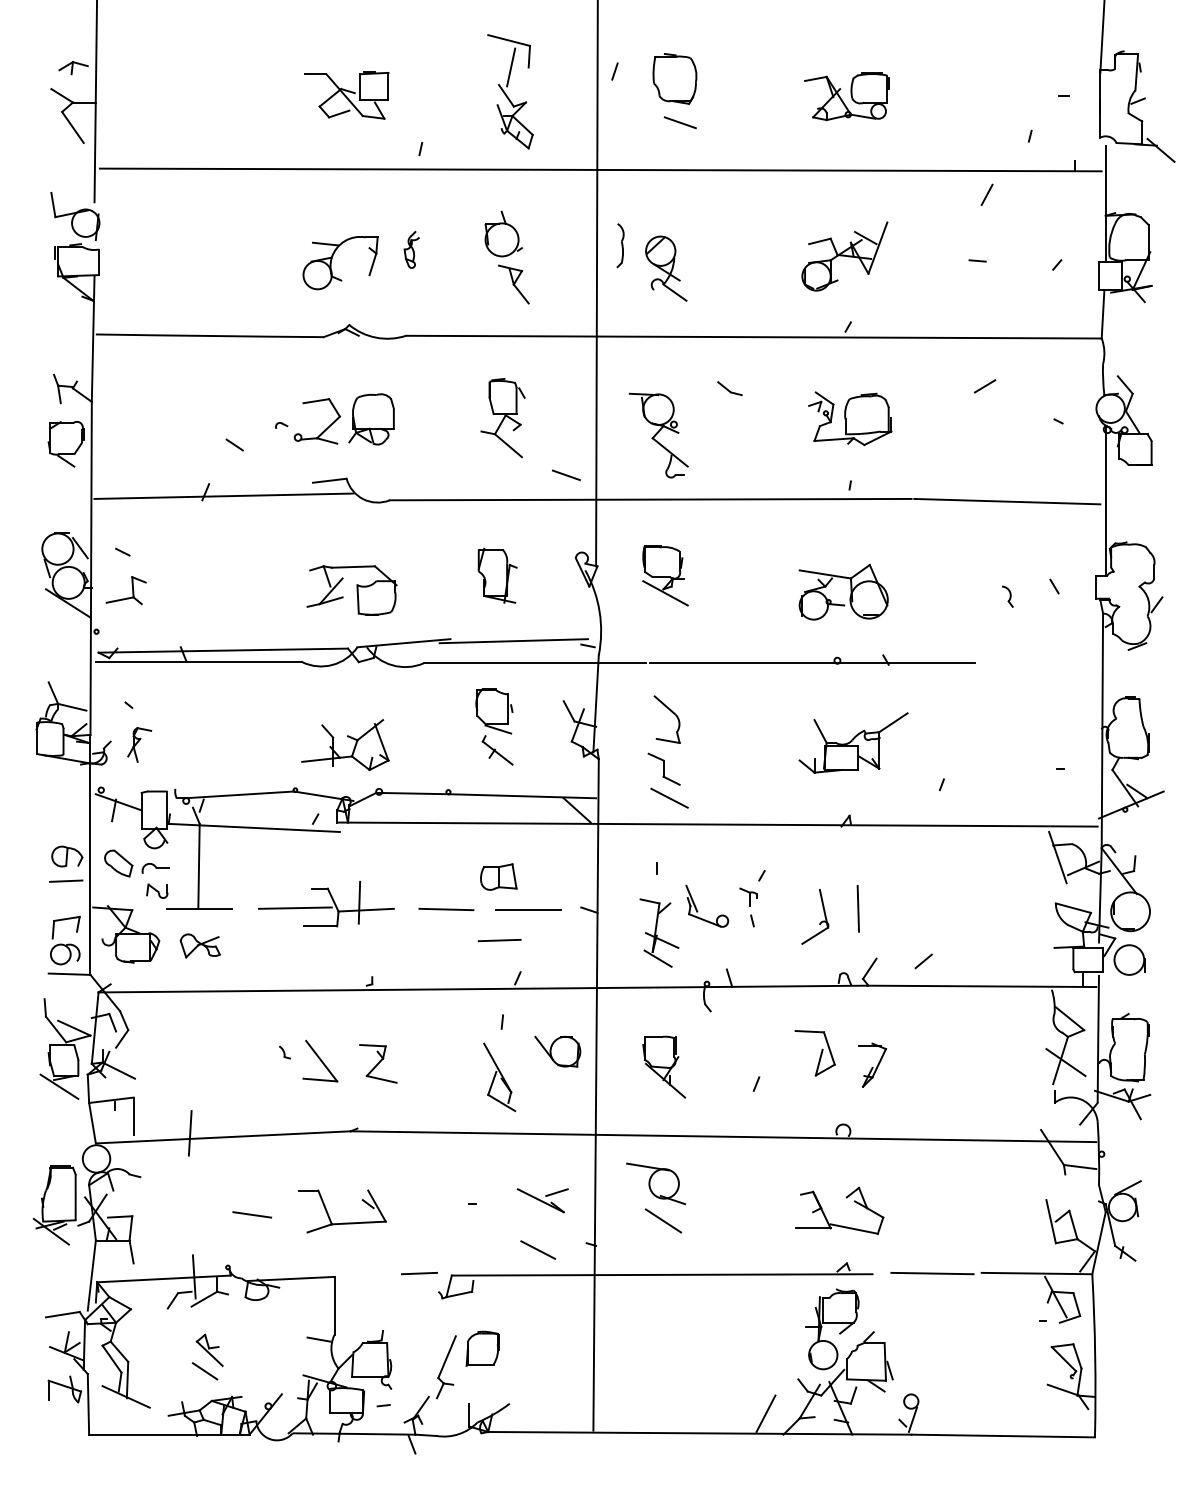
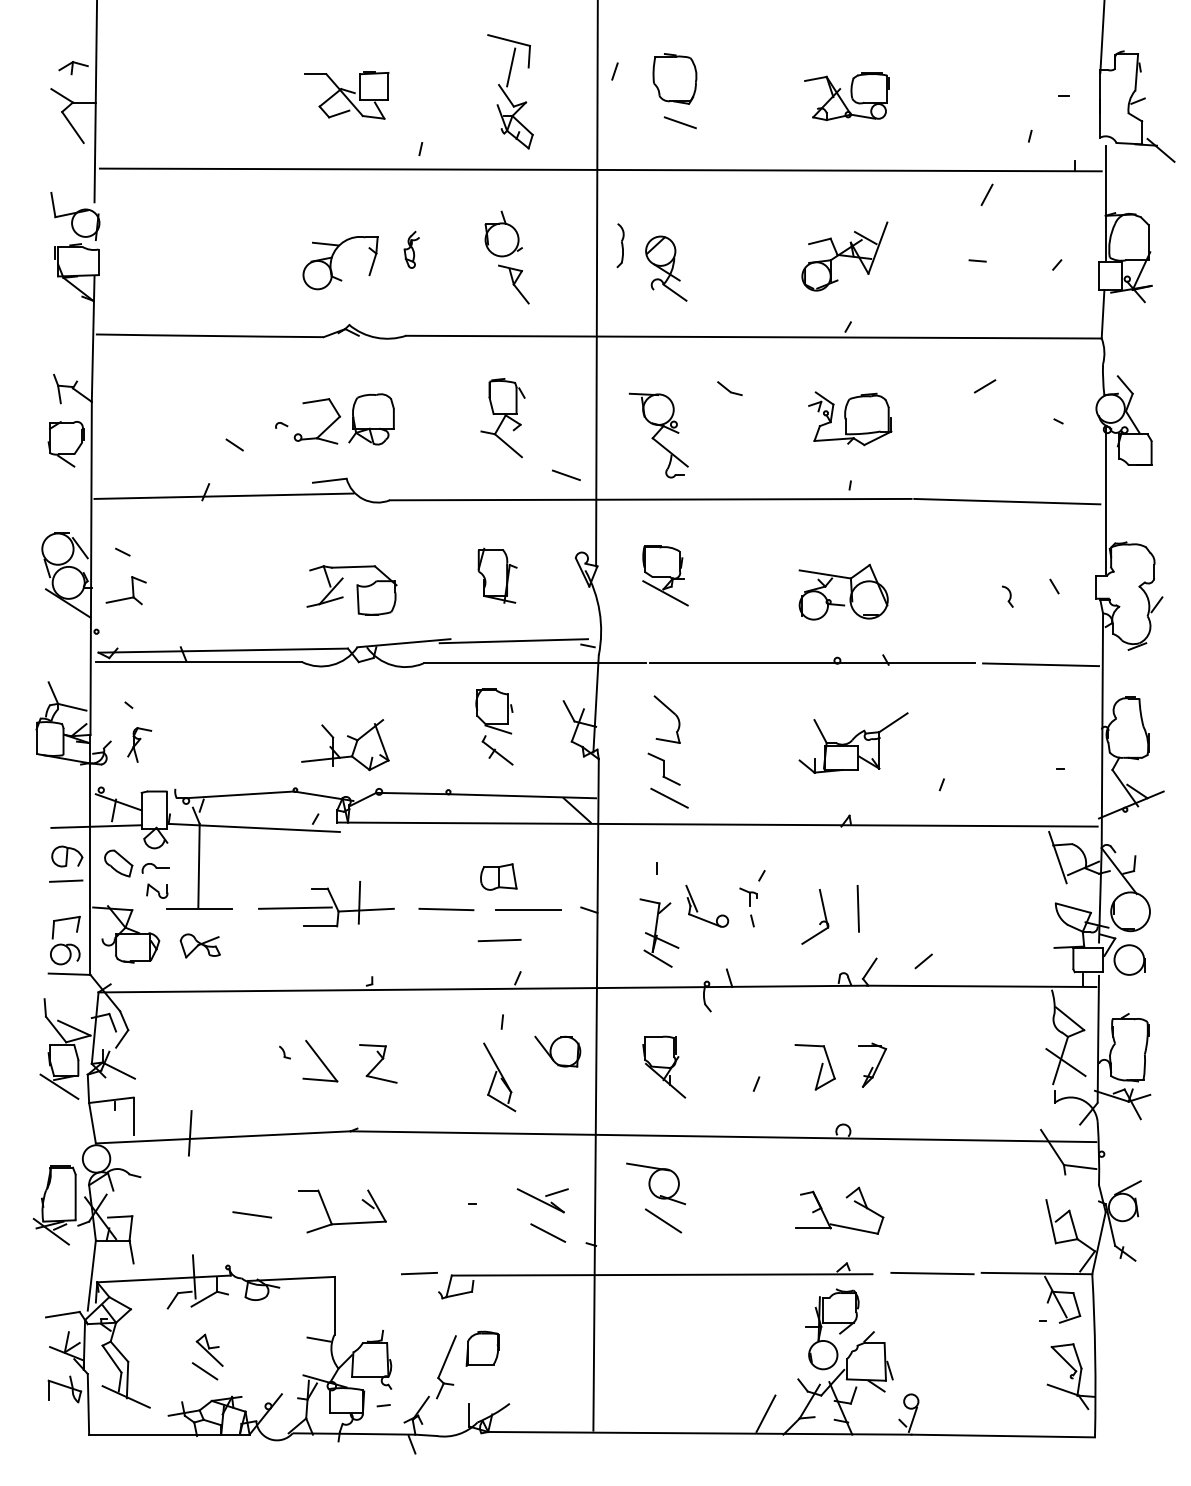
line at (1041, 664): none -> present
line at (96, 826): none -> present
part at (814, 1053) position: (814, 1053) -> (814, 1067)
line at (538, 1249) position: (538, 1249) -> (548, 1232)
